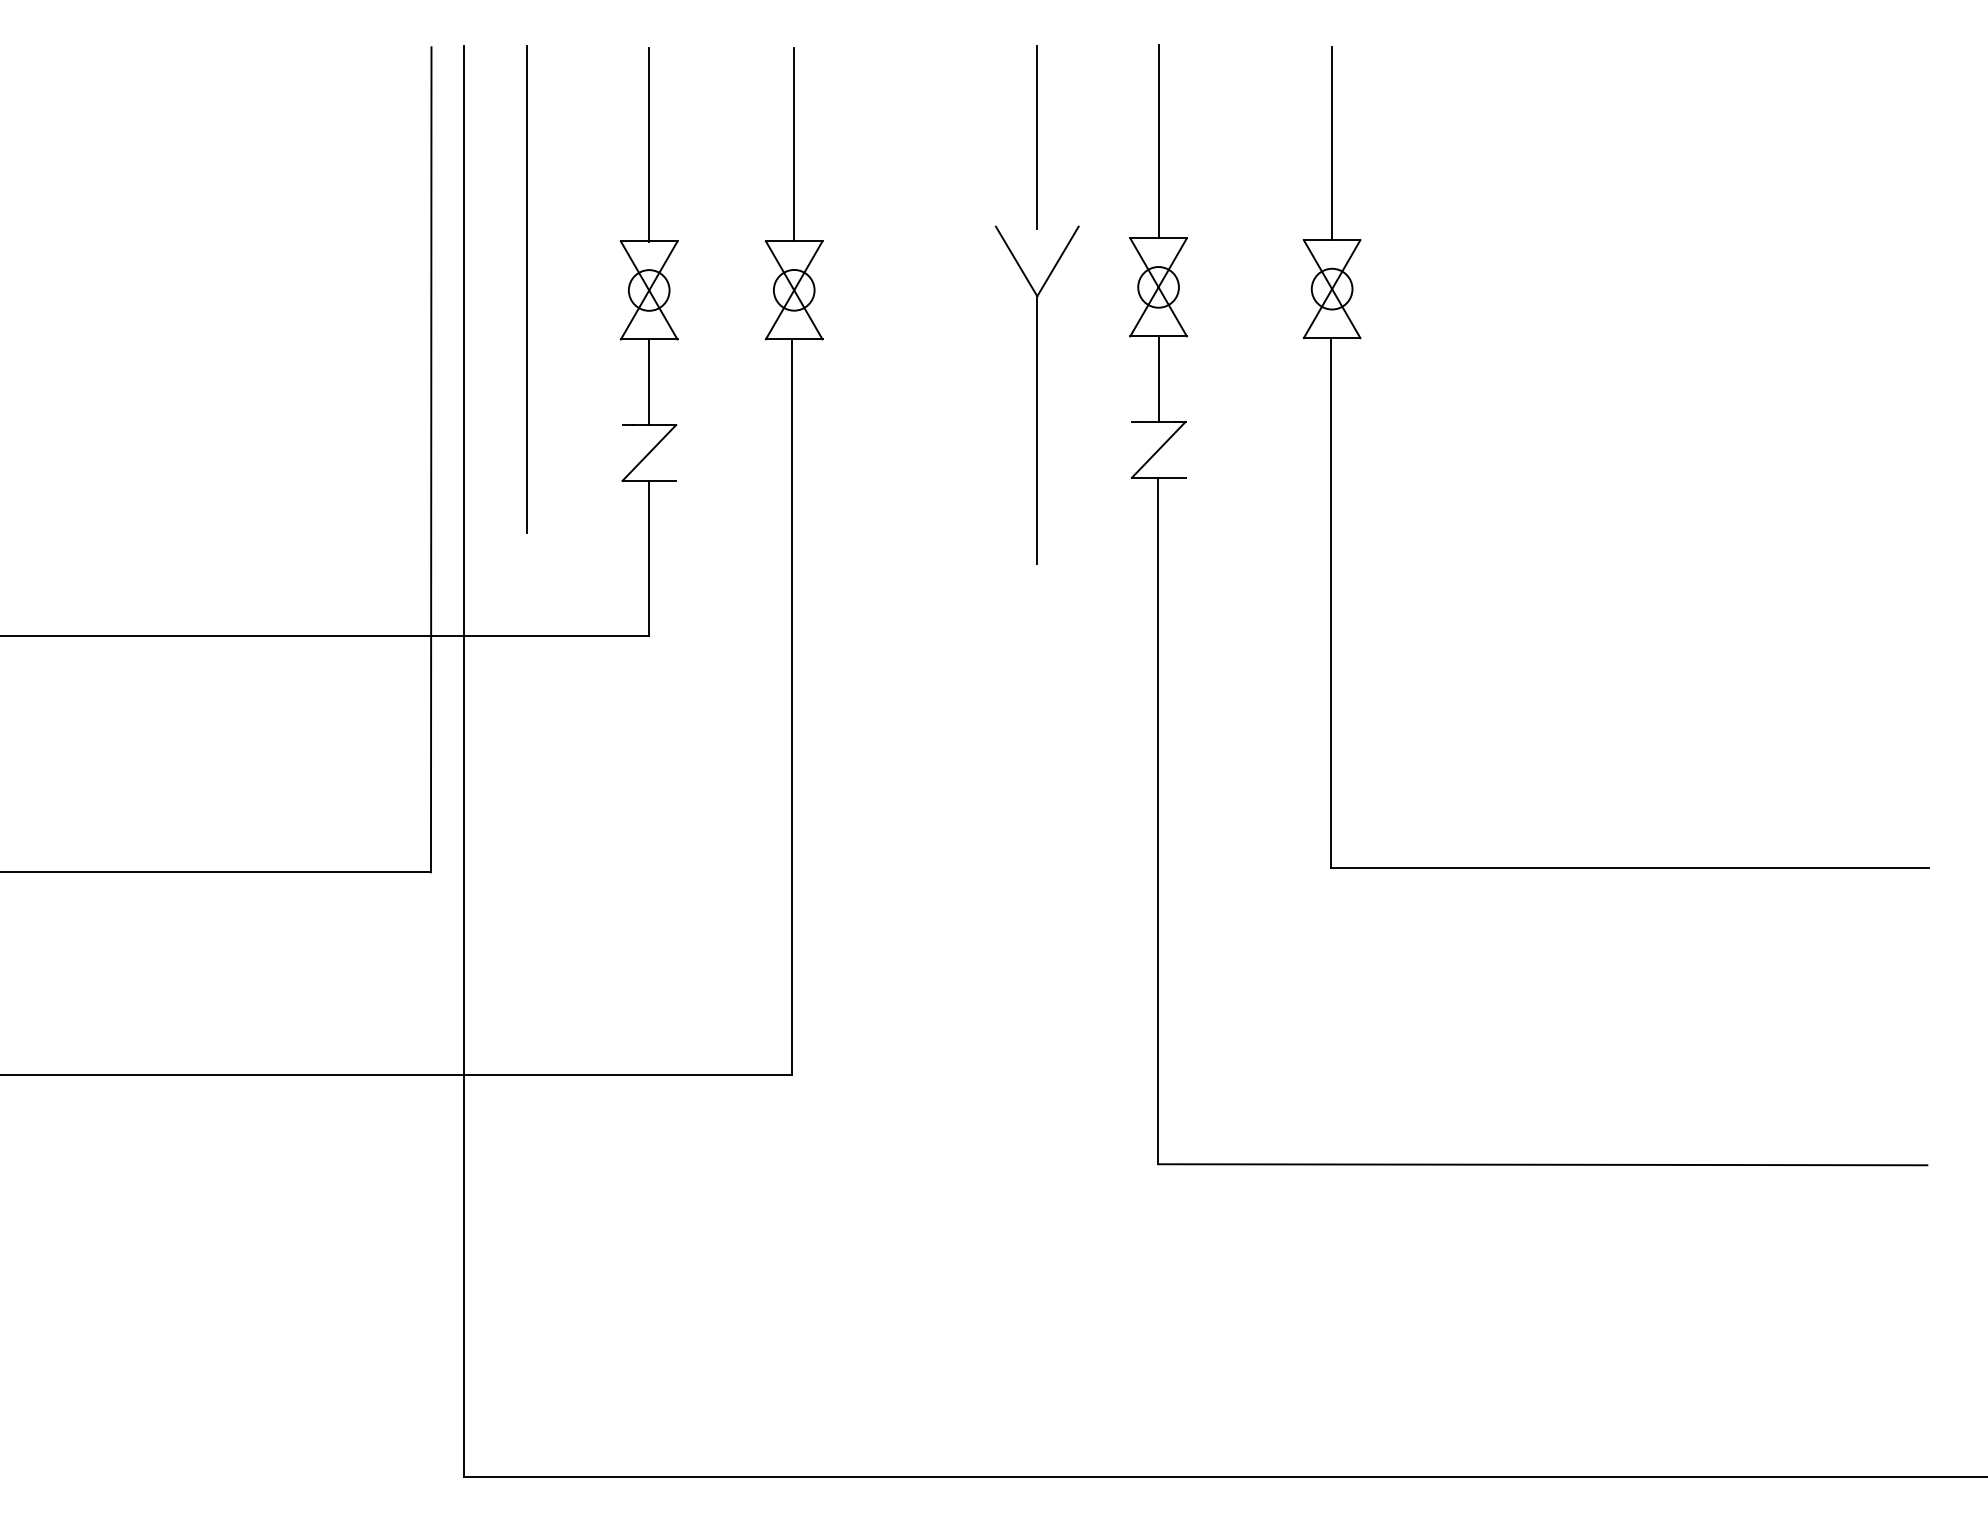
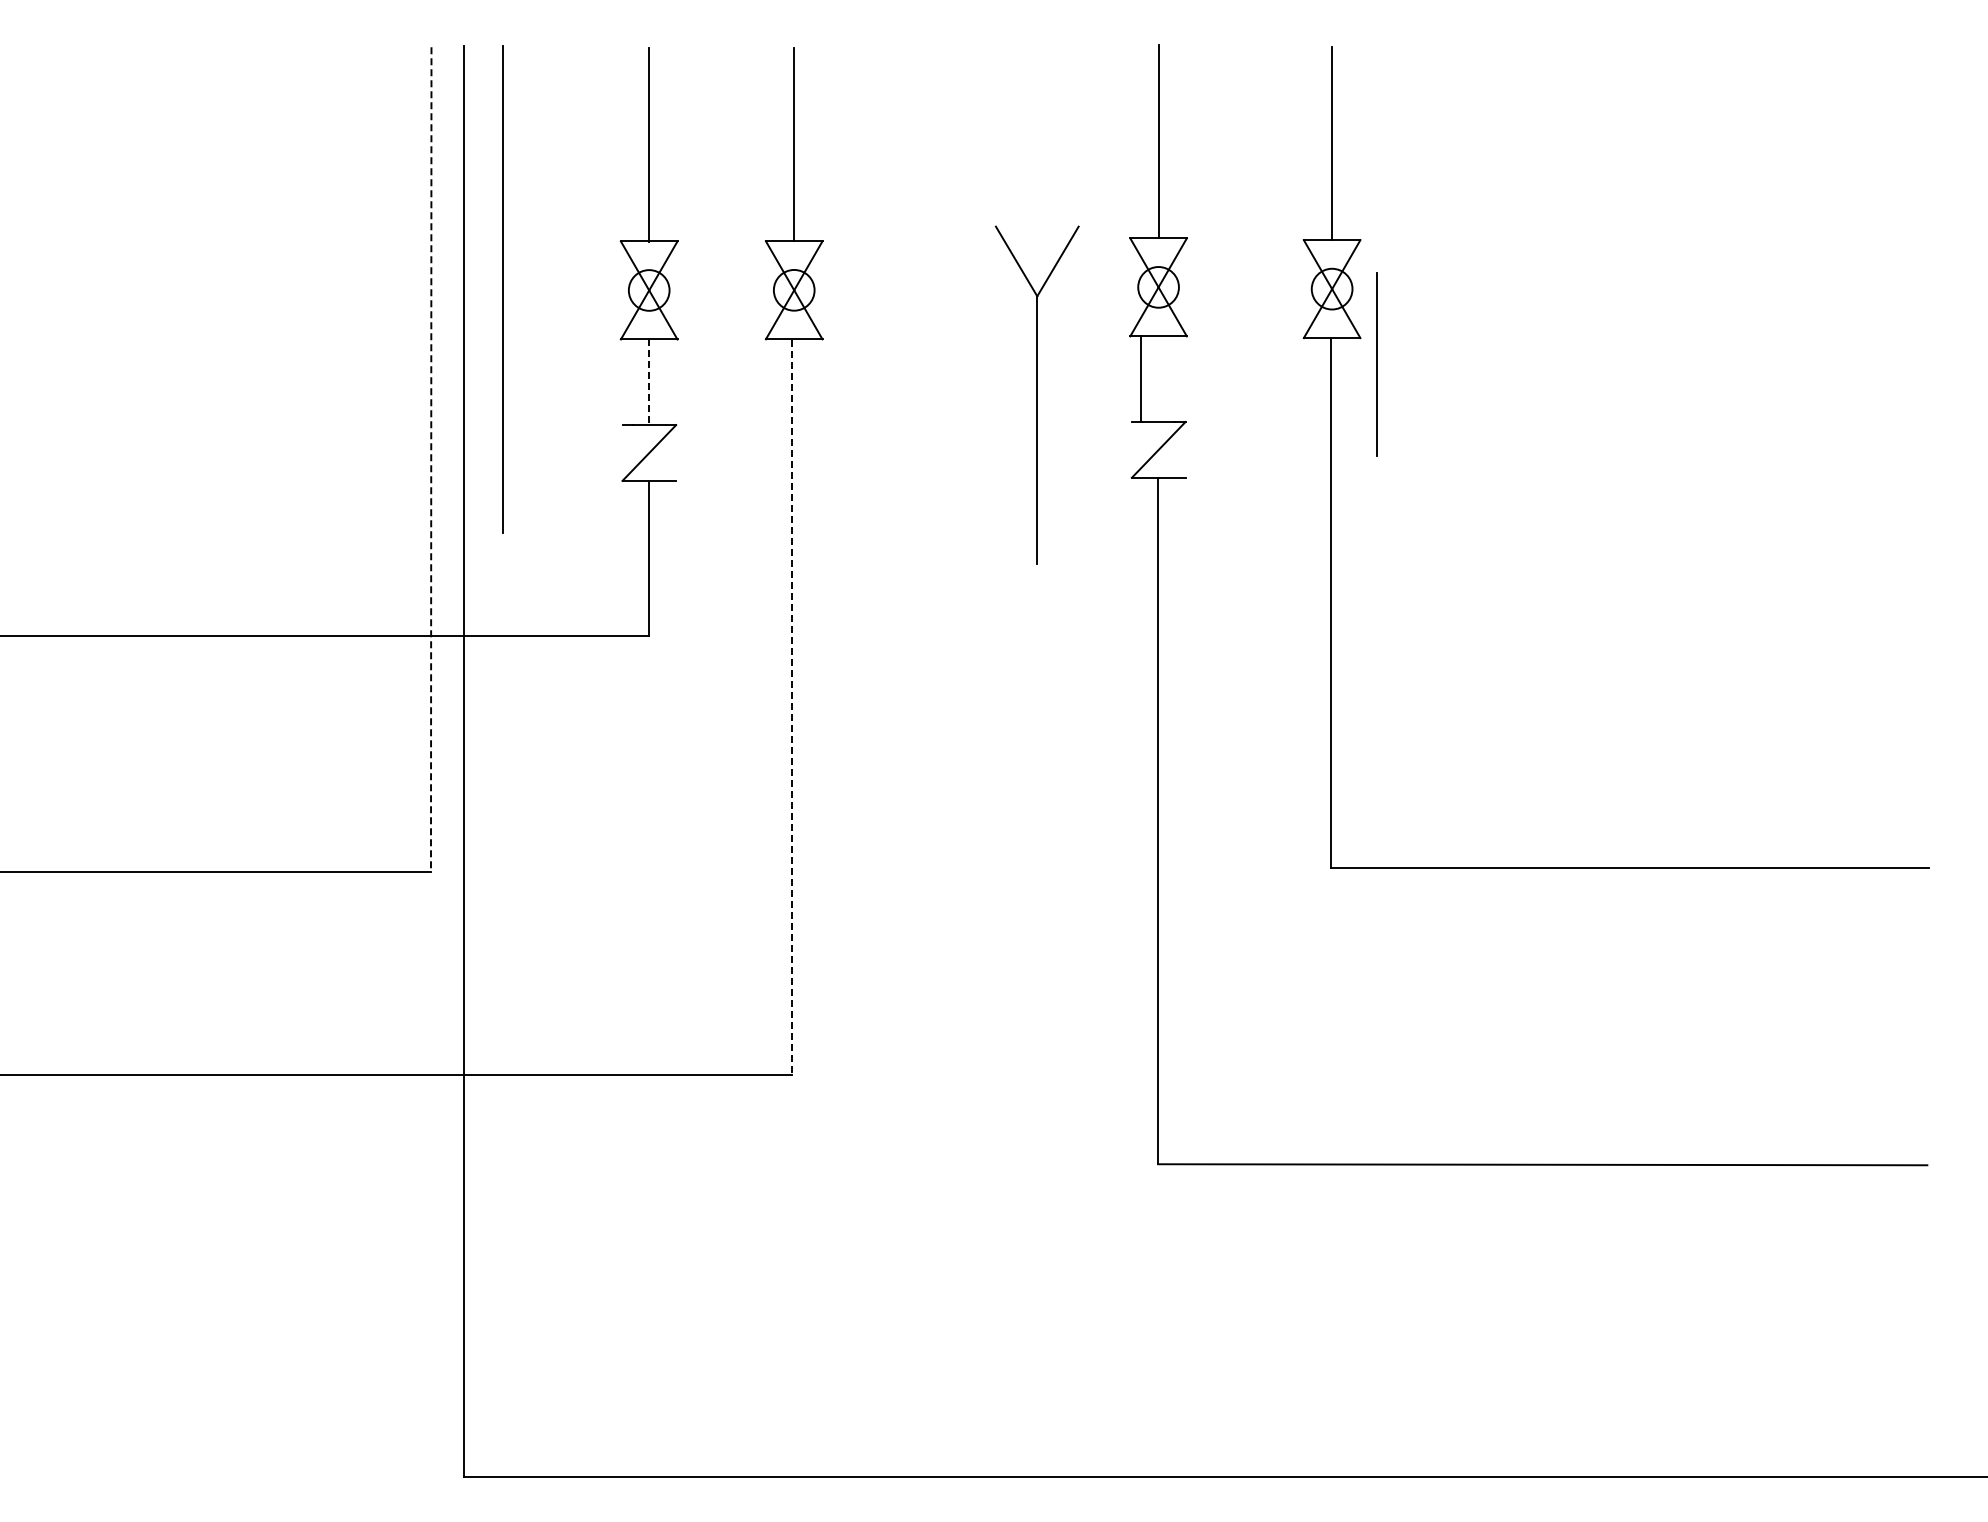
line at (1036, 137) position: (1036, 137) -> (1376, 364)
line at (526, 289) position: (526, 289) -> (502, 289)
line at (1158, 379) position: (1158, 379) -> (1140, 379)
line at (649, 382): solid -> dashed
line at (431, 460): solid -> dashed
line at (792, 707): solid -> dashed
